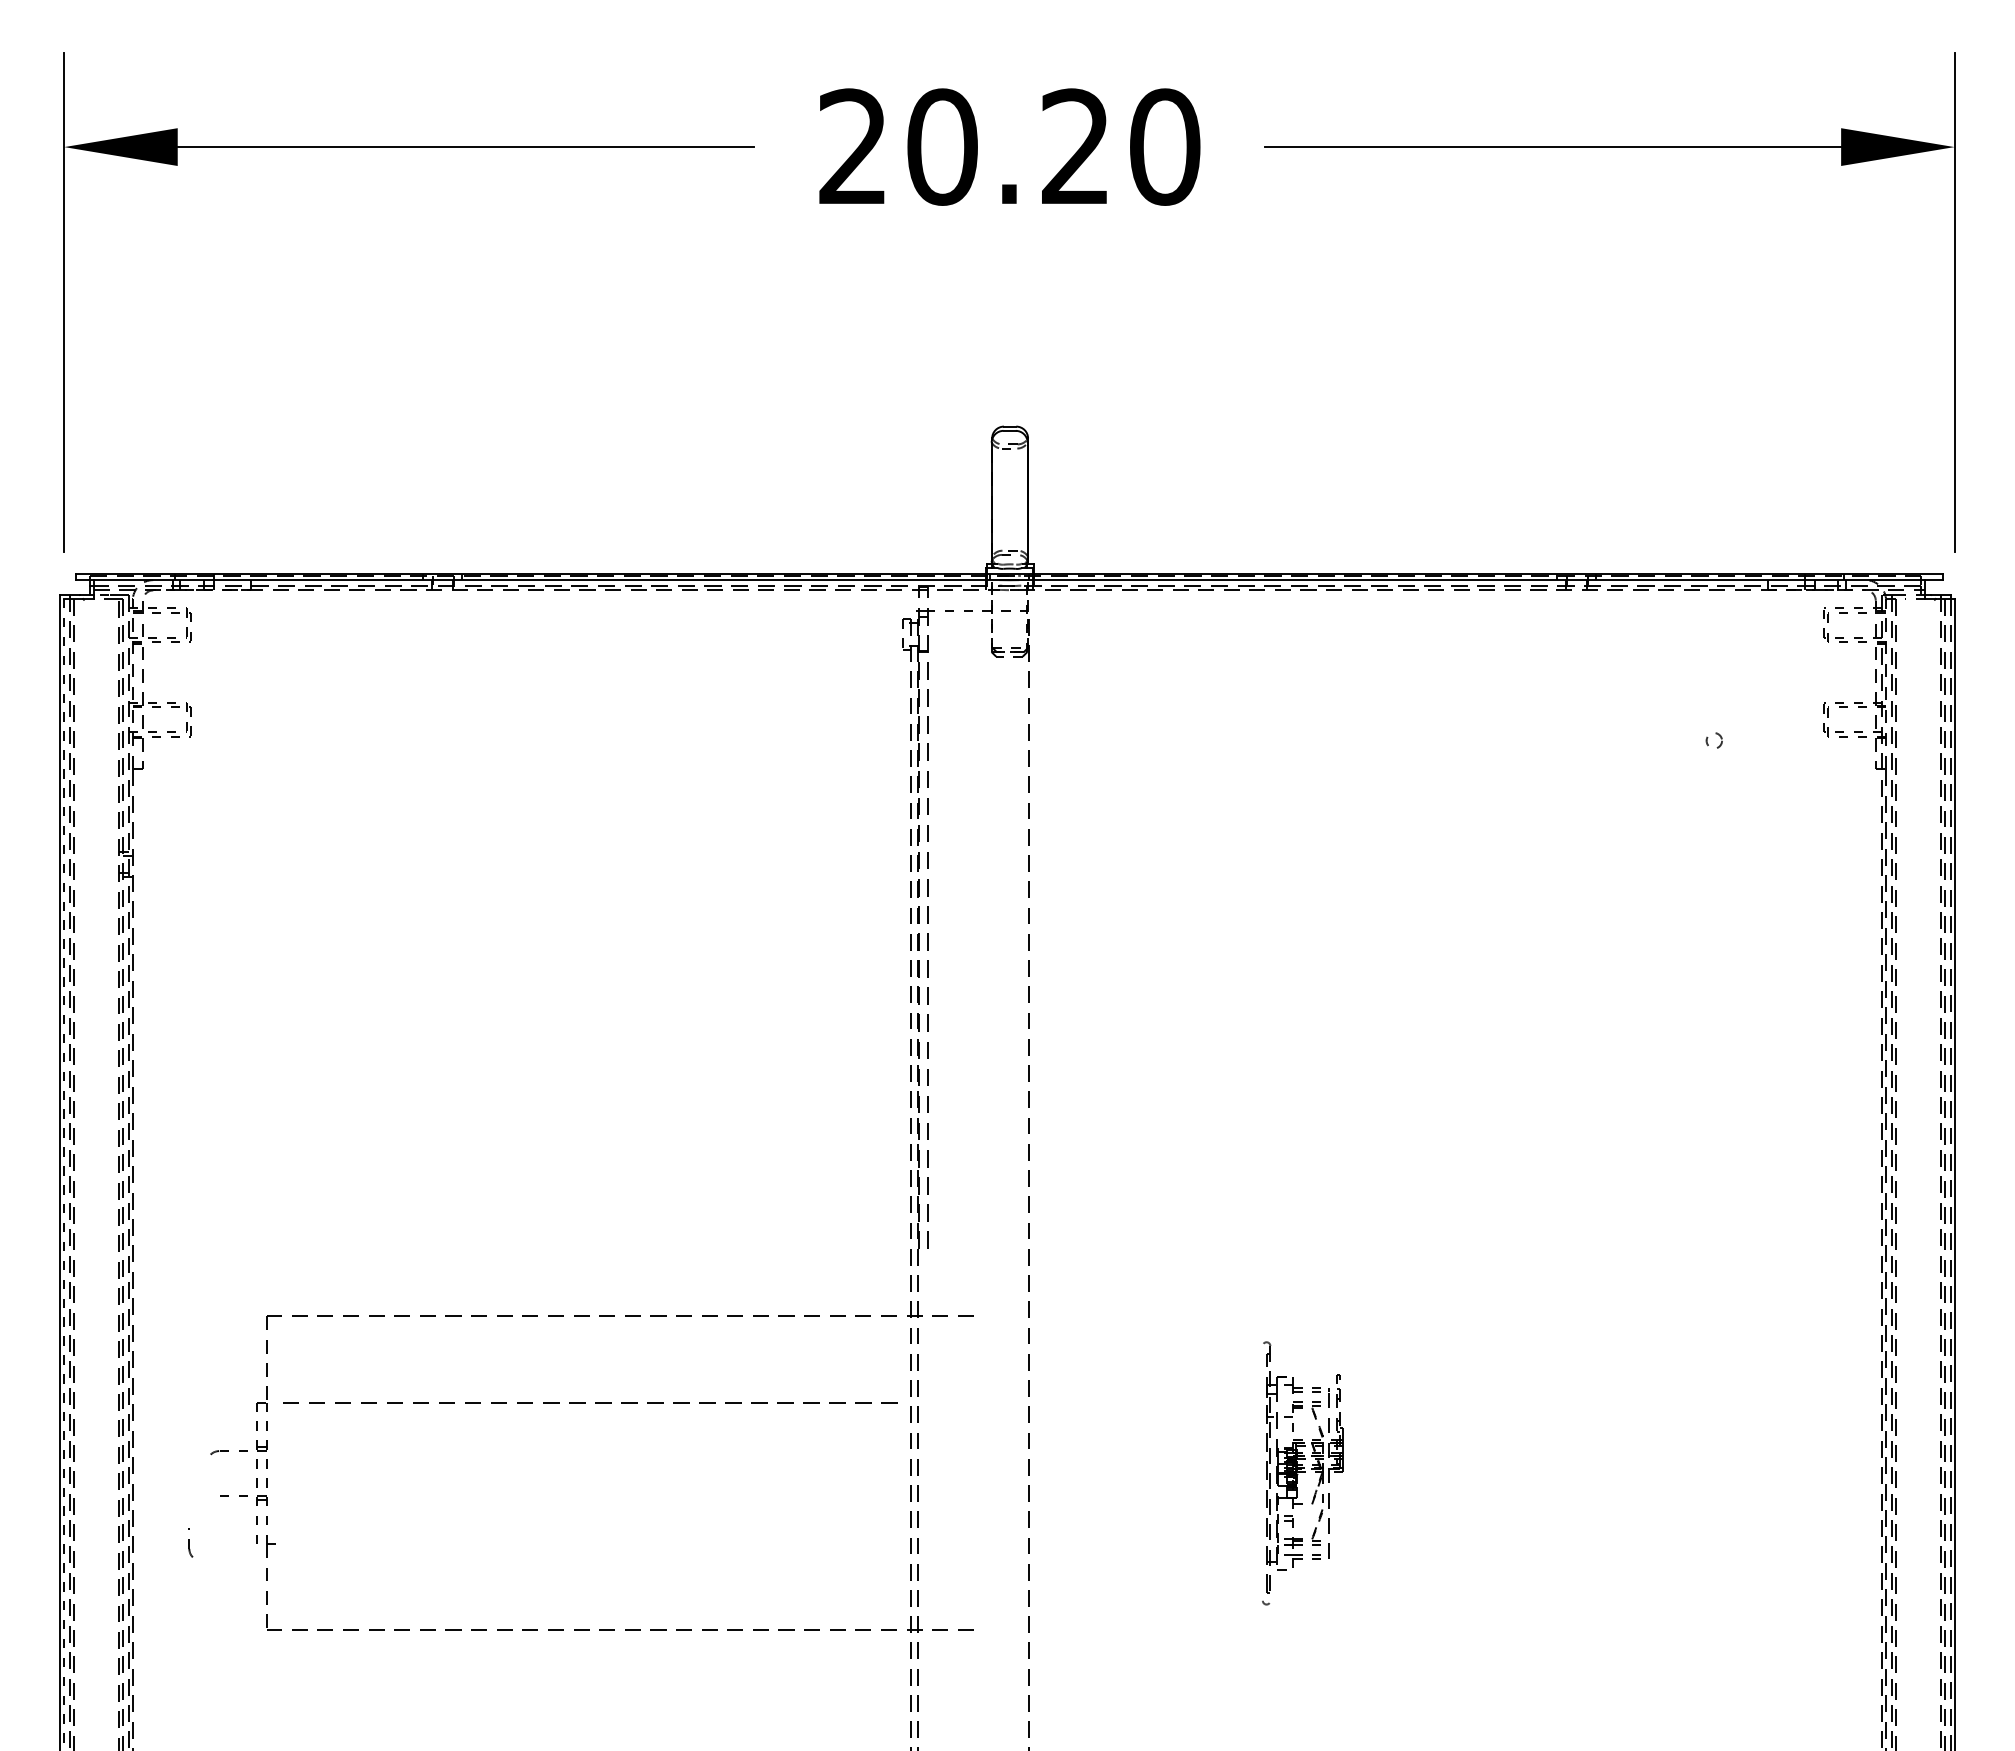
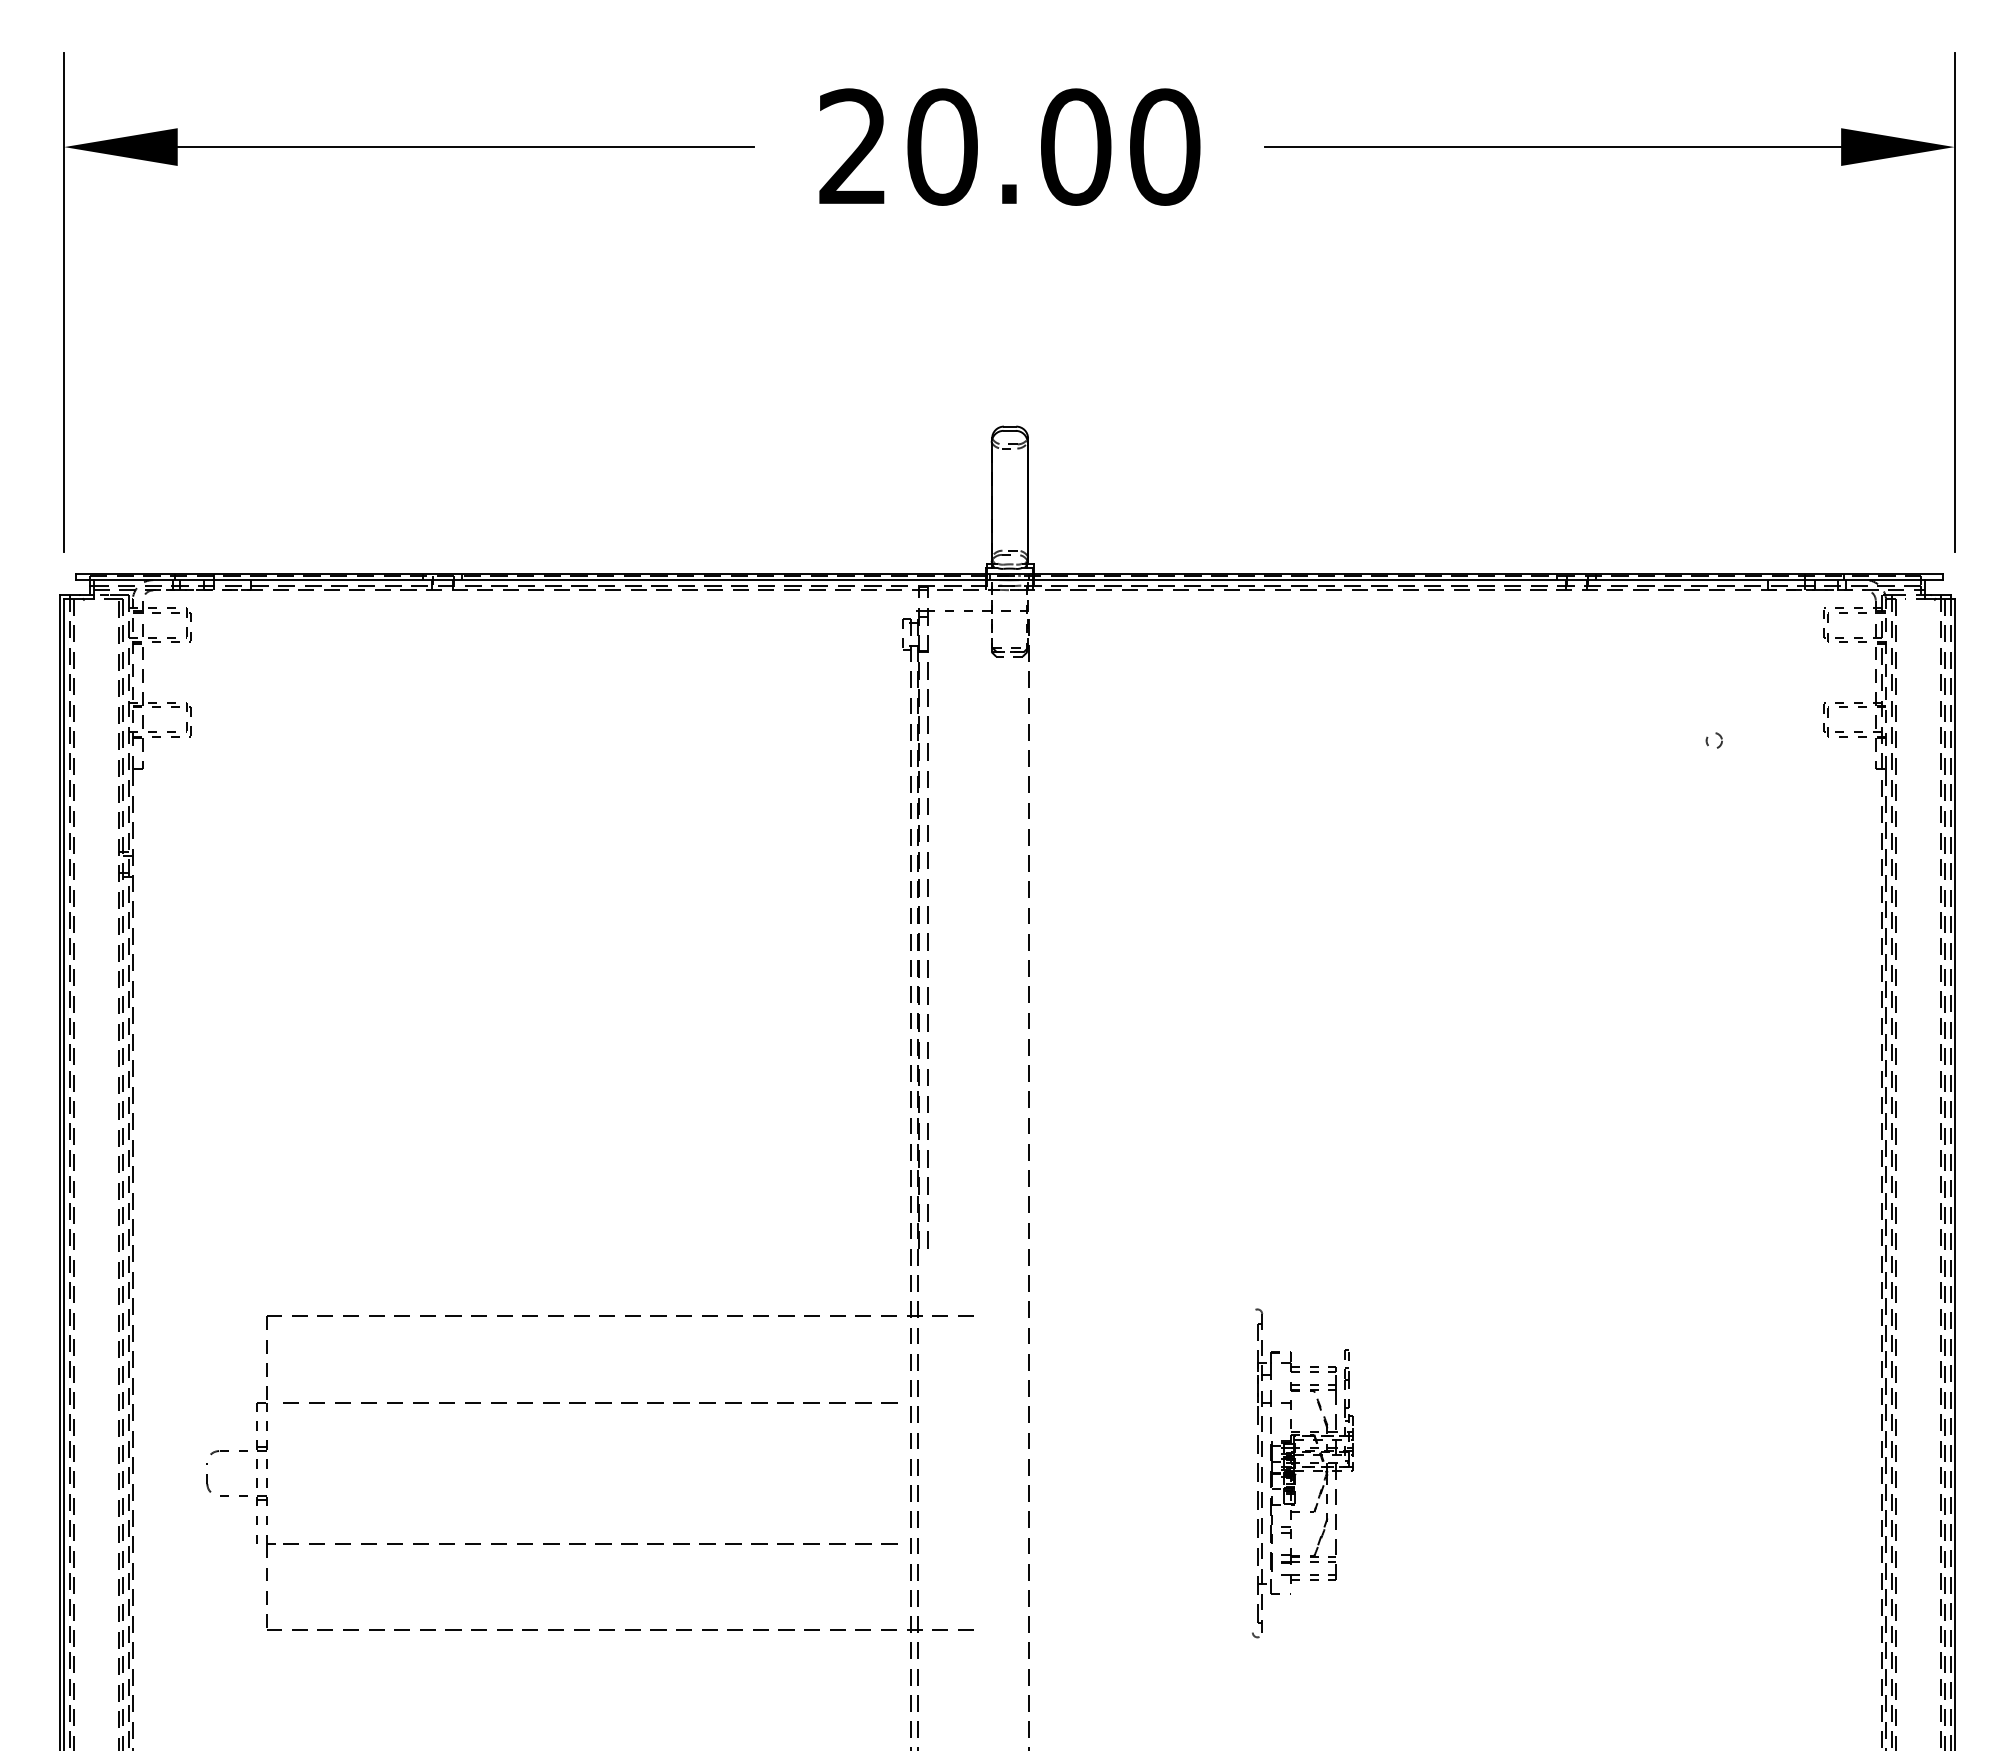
text at (1076, 146): 20.20 -> 20.00
line at (64, 1174): dashed -> solid
part at (1302, 1473) size: 82x265 px -> 102x331 px
part at (190, 1542) position: (190, 1542) -> (208, 1477)
line at (585, 1543): none -> present
